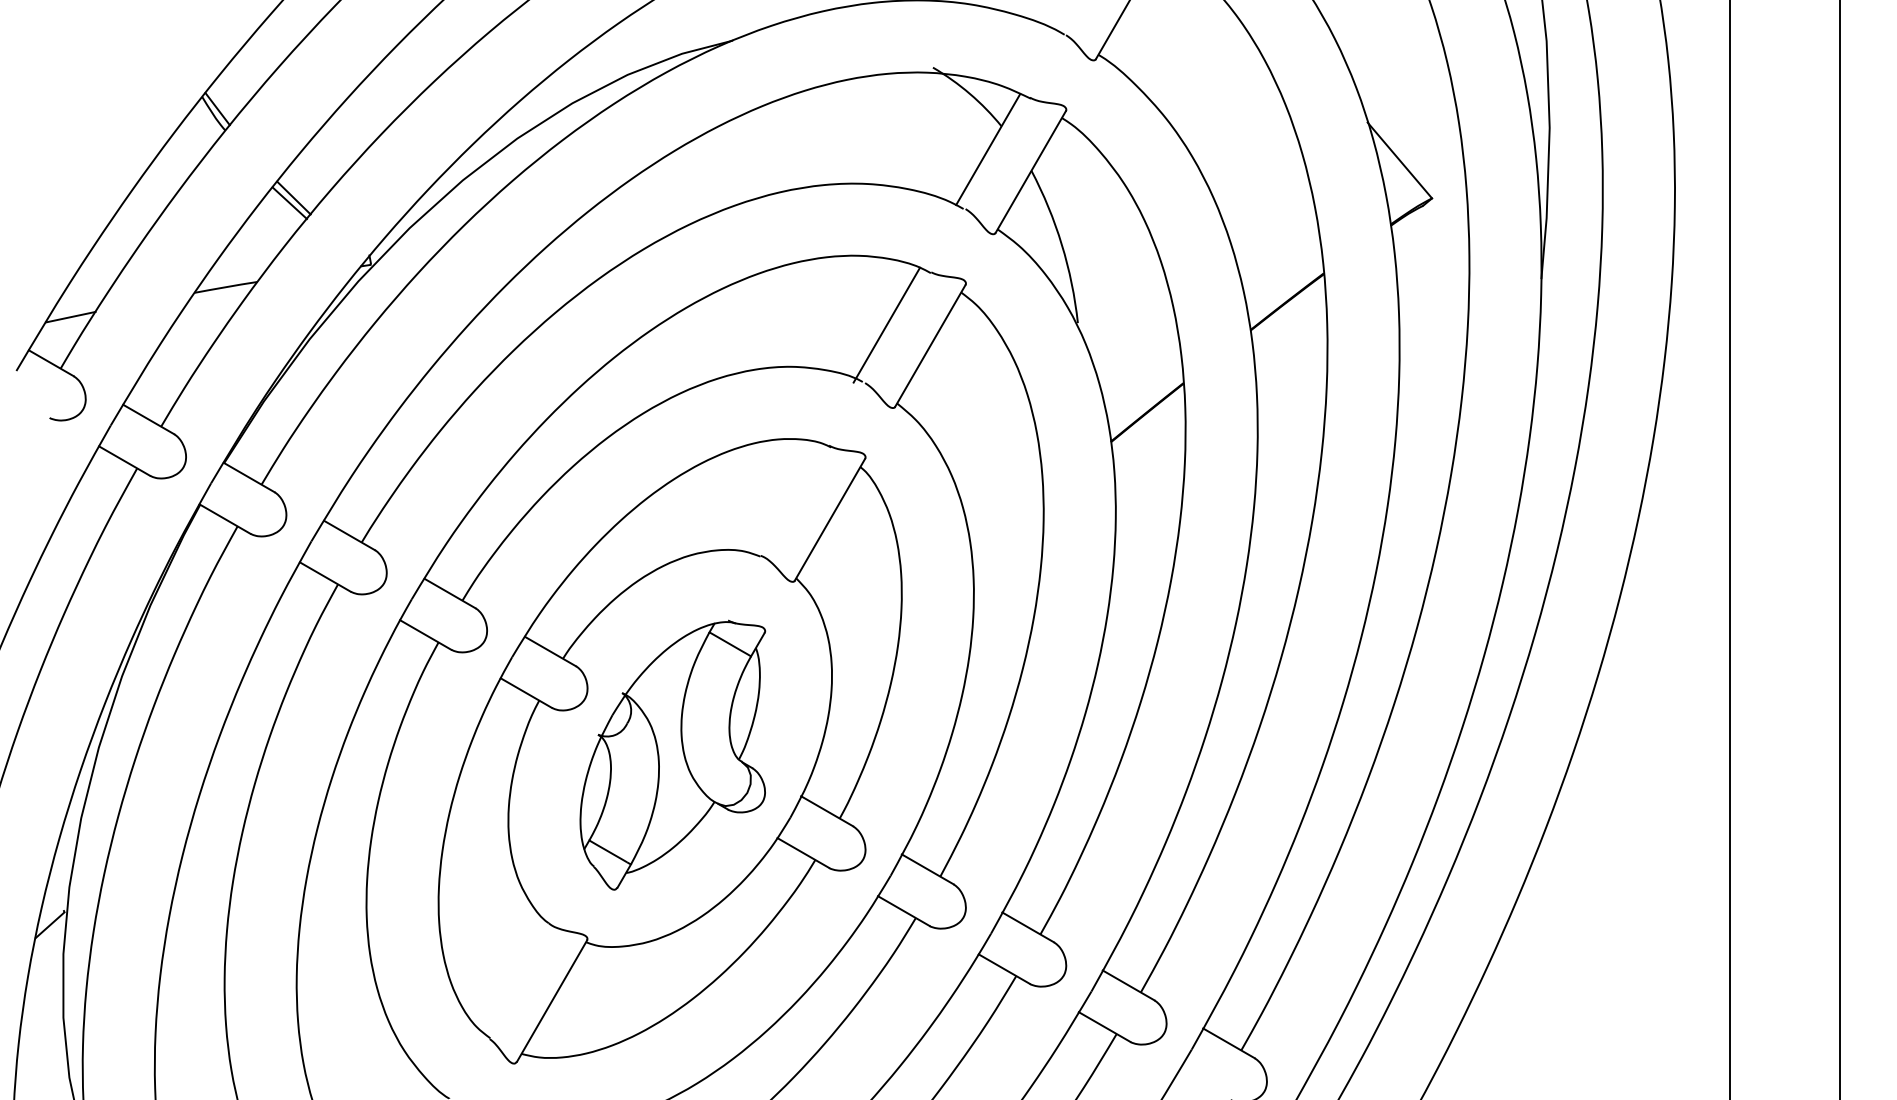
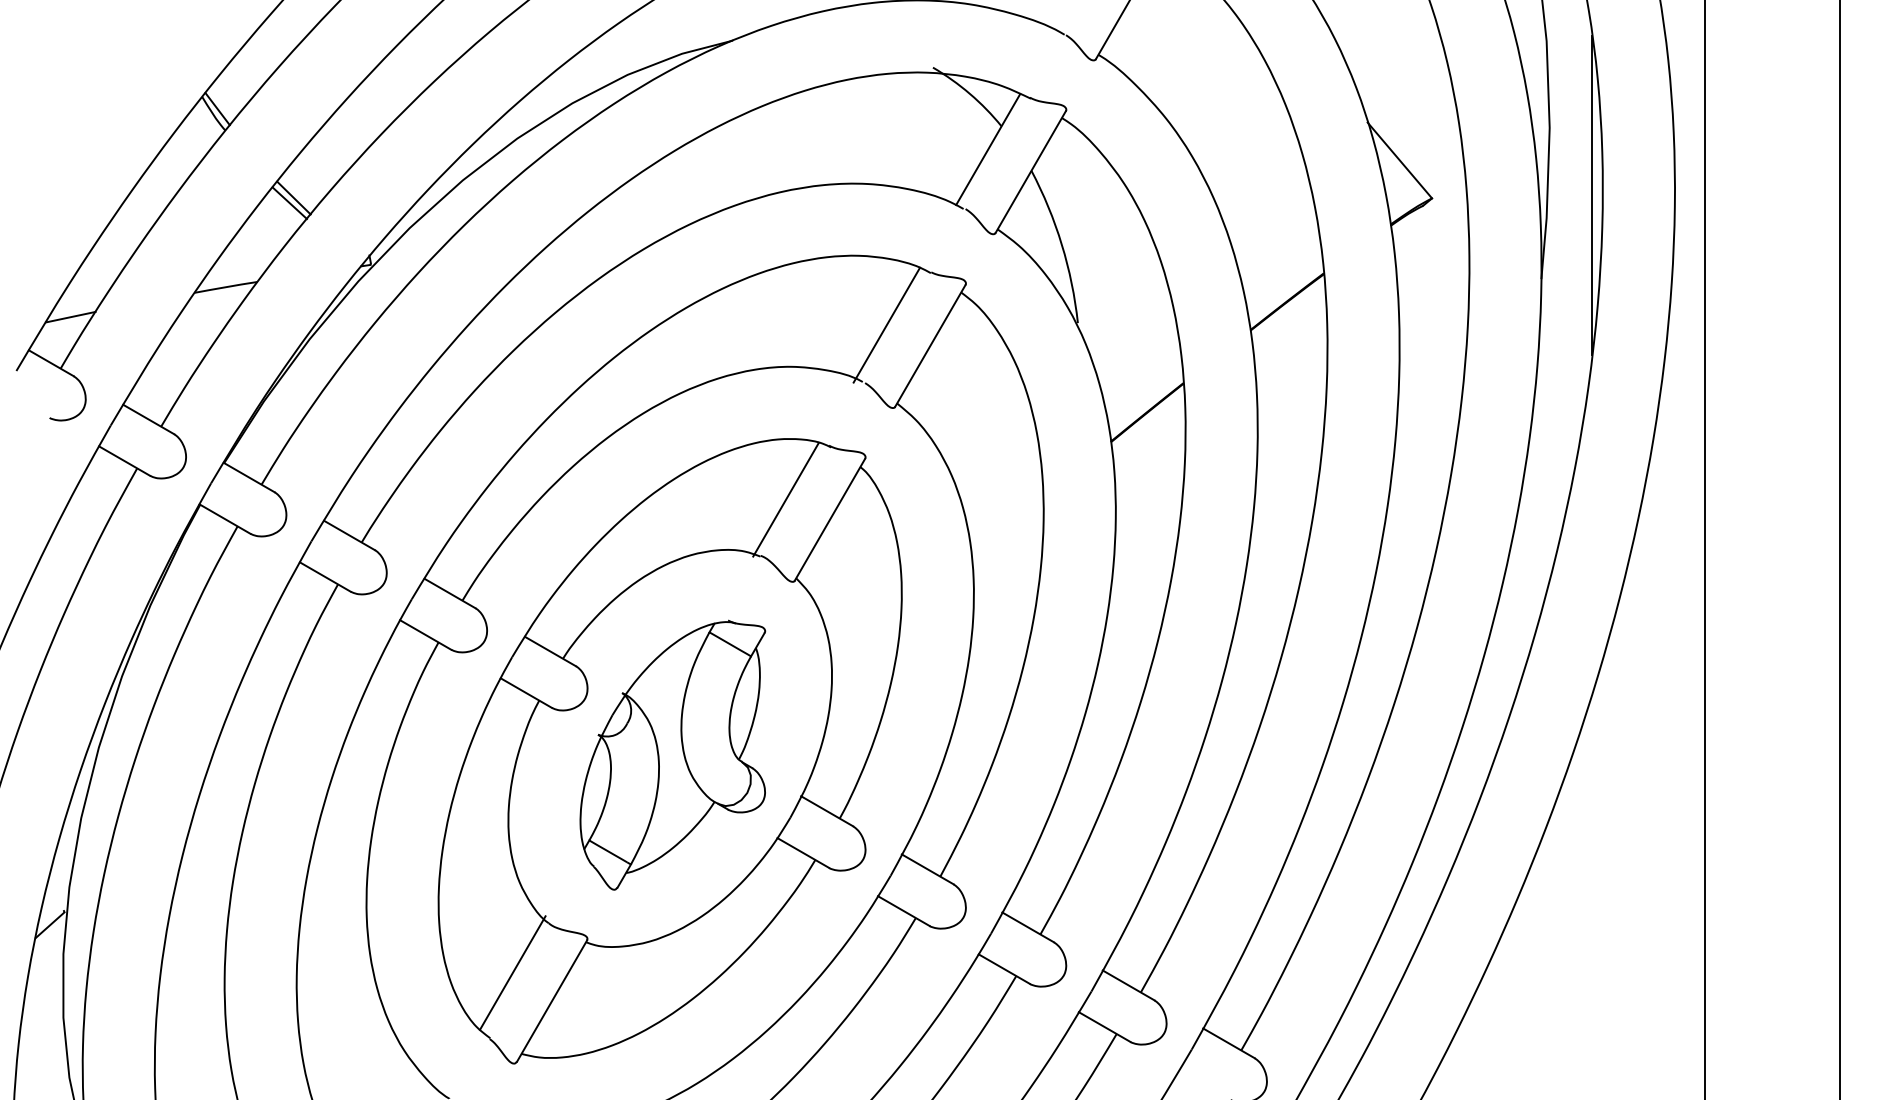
line at (1592, 195): none -> present
line at (785, 499): none -> present
line at (1730, 549) position: (1730, 549) -> (1705, 549)
line at (512, 972): none -> present
